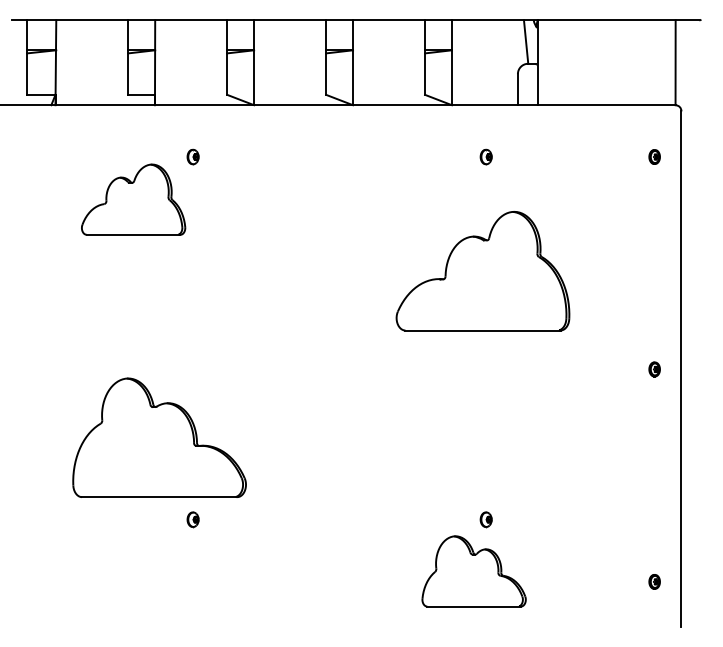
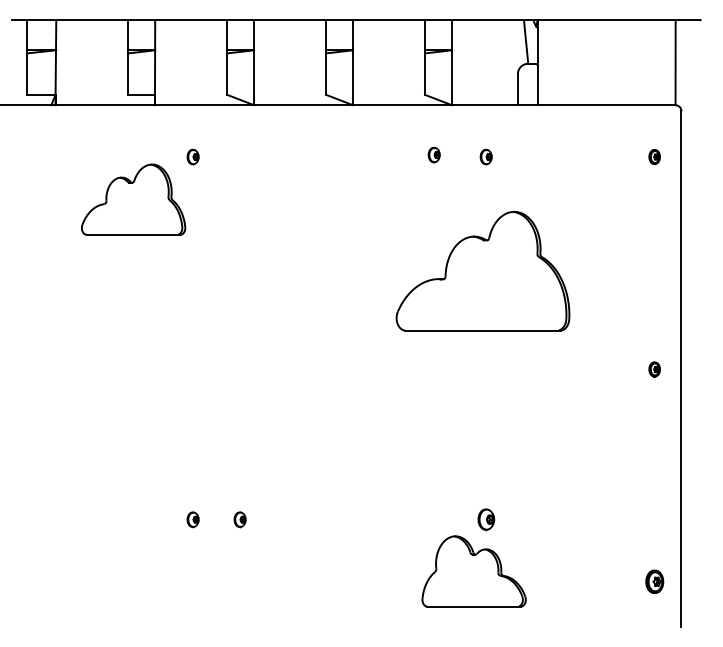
part at (433, 154): none -> present
part at (159, 437): present -> none
part at (239, 519): none -> present
part at (485, 519) size: 14x18 px -> 19x24 px
part at (654, 581) size: 13x16 px -> 20x25 px
